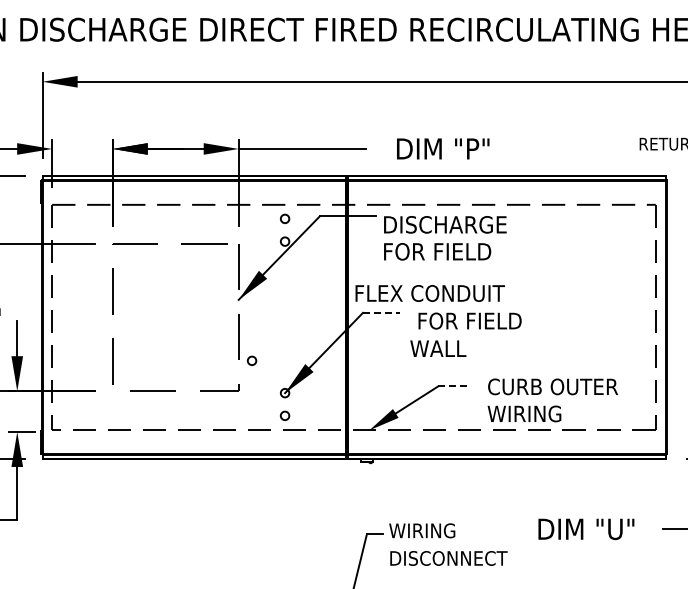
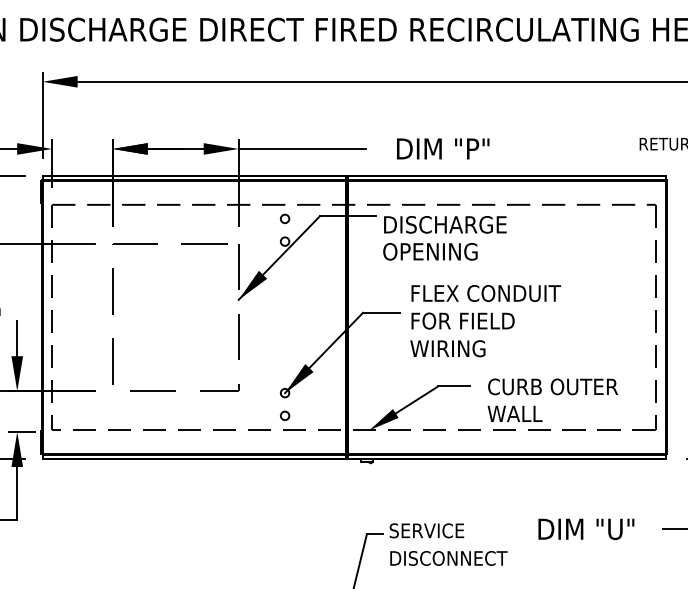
text at (437, 251): FOR FIELD -> OPENING
text at (429, 293) position: (429, 293) -> (485, 293)
line at (381, 312): dashed -> solid
text at (469, 320) position: (469, 320) -> (462, 320)
text at (457, 348): WALL -> WIRING
circle at (252, 360): present -> none
line at (453, 386): dashed -> solid
text at (534, 413): WIRING -> WALL
text at (426, 530): WIRING -> SERVICE
